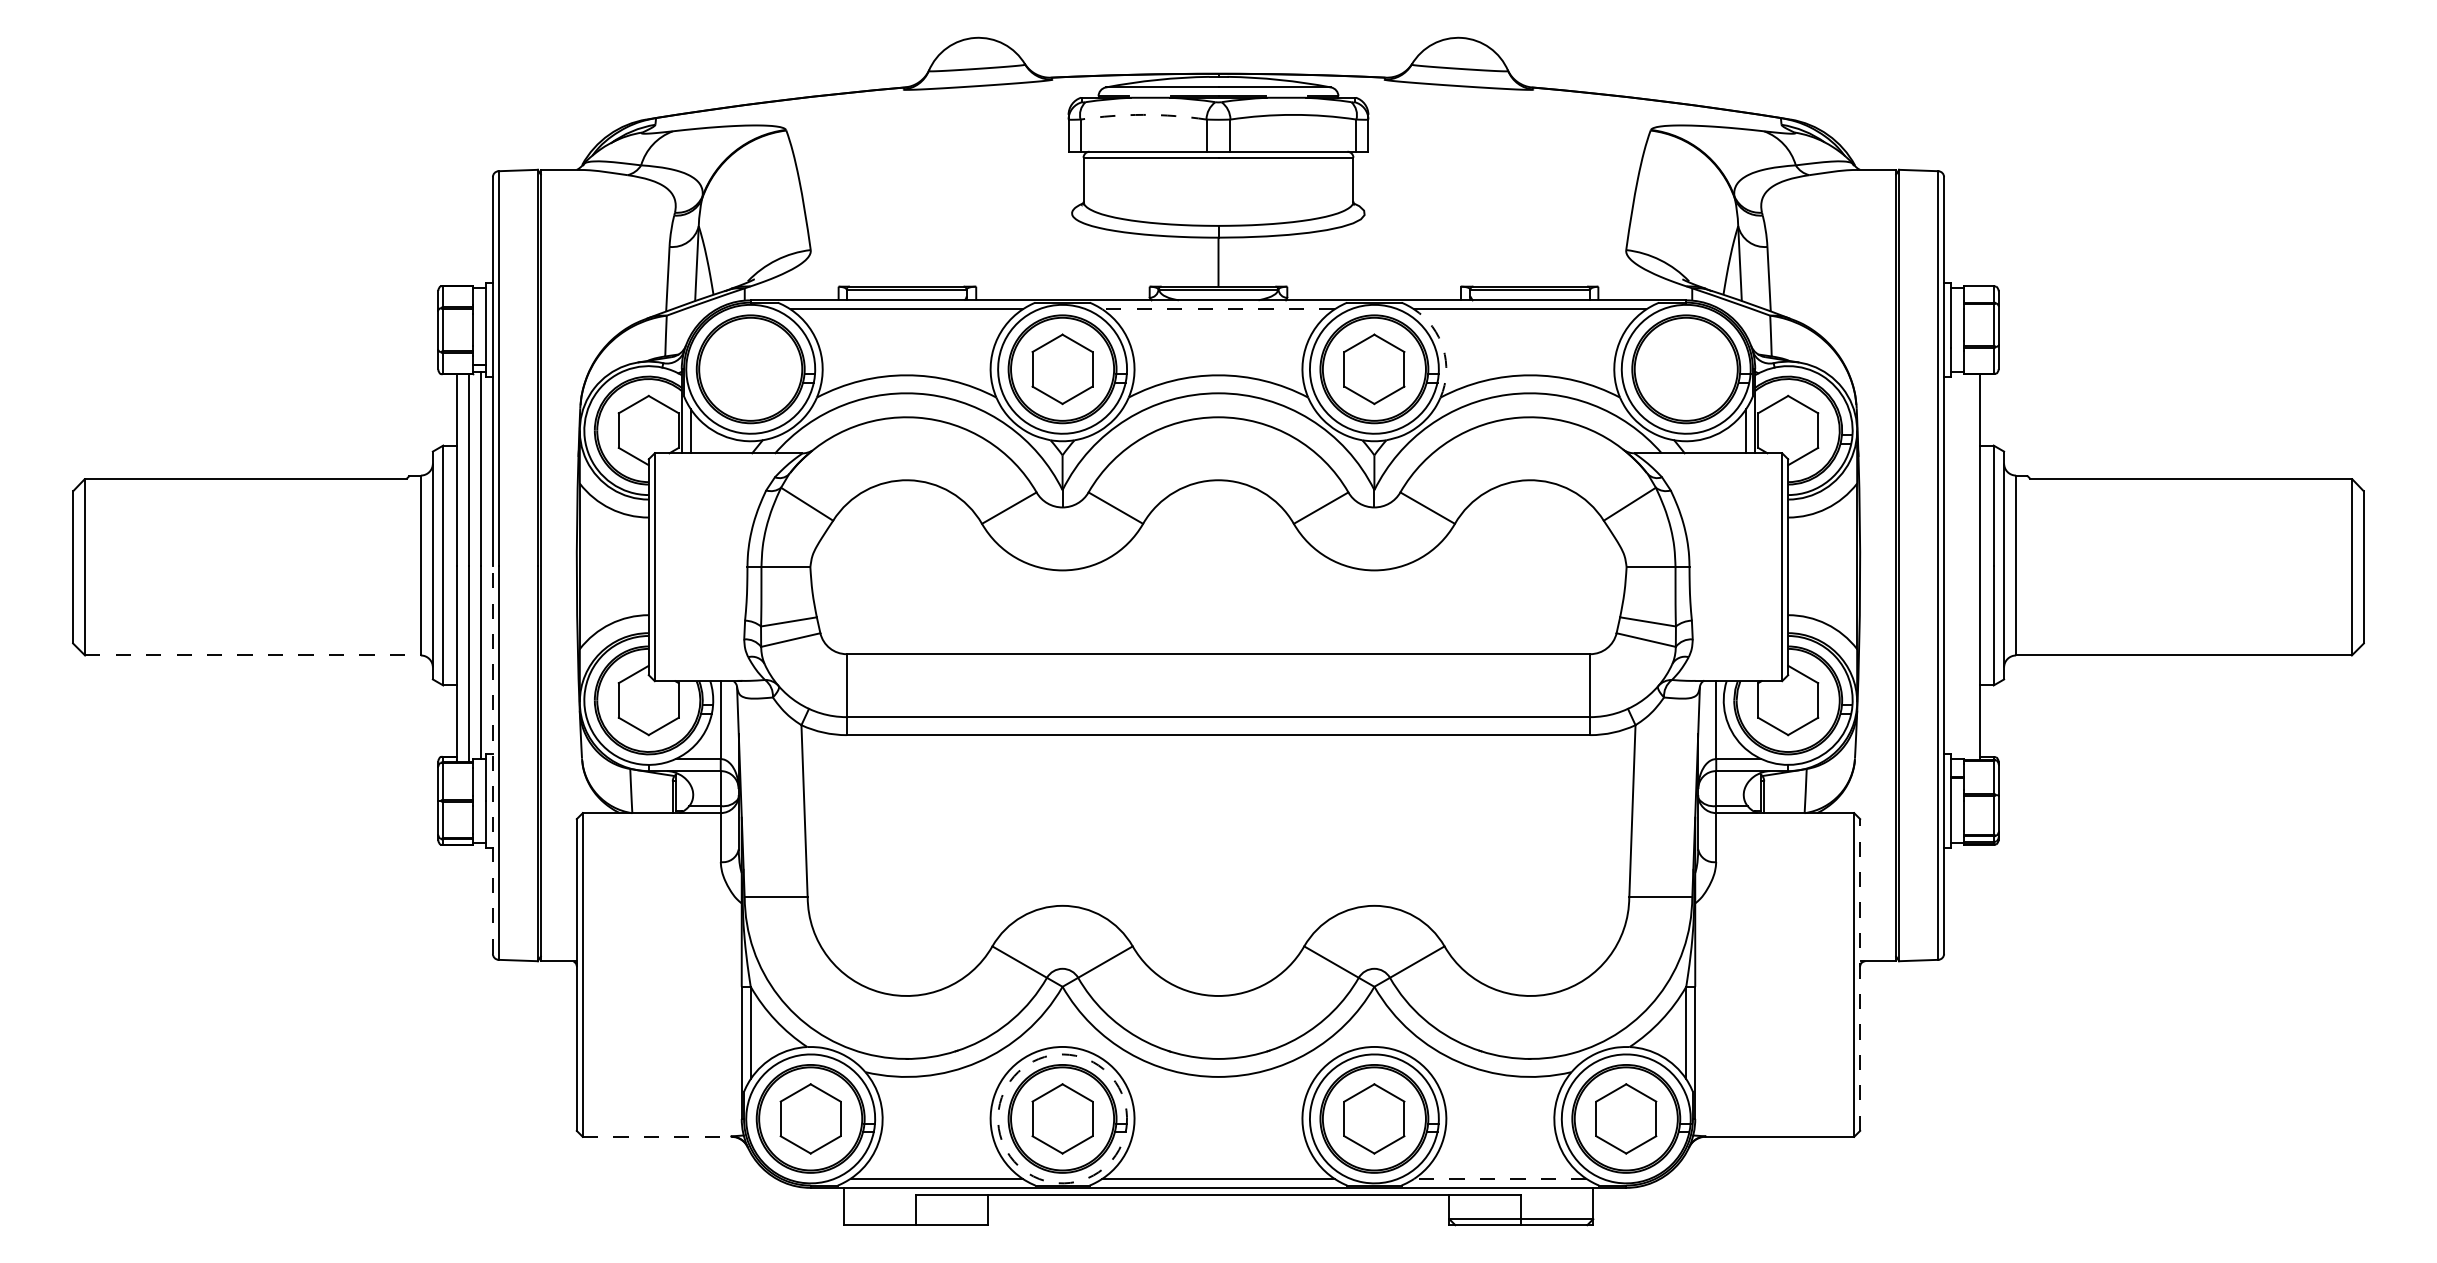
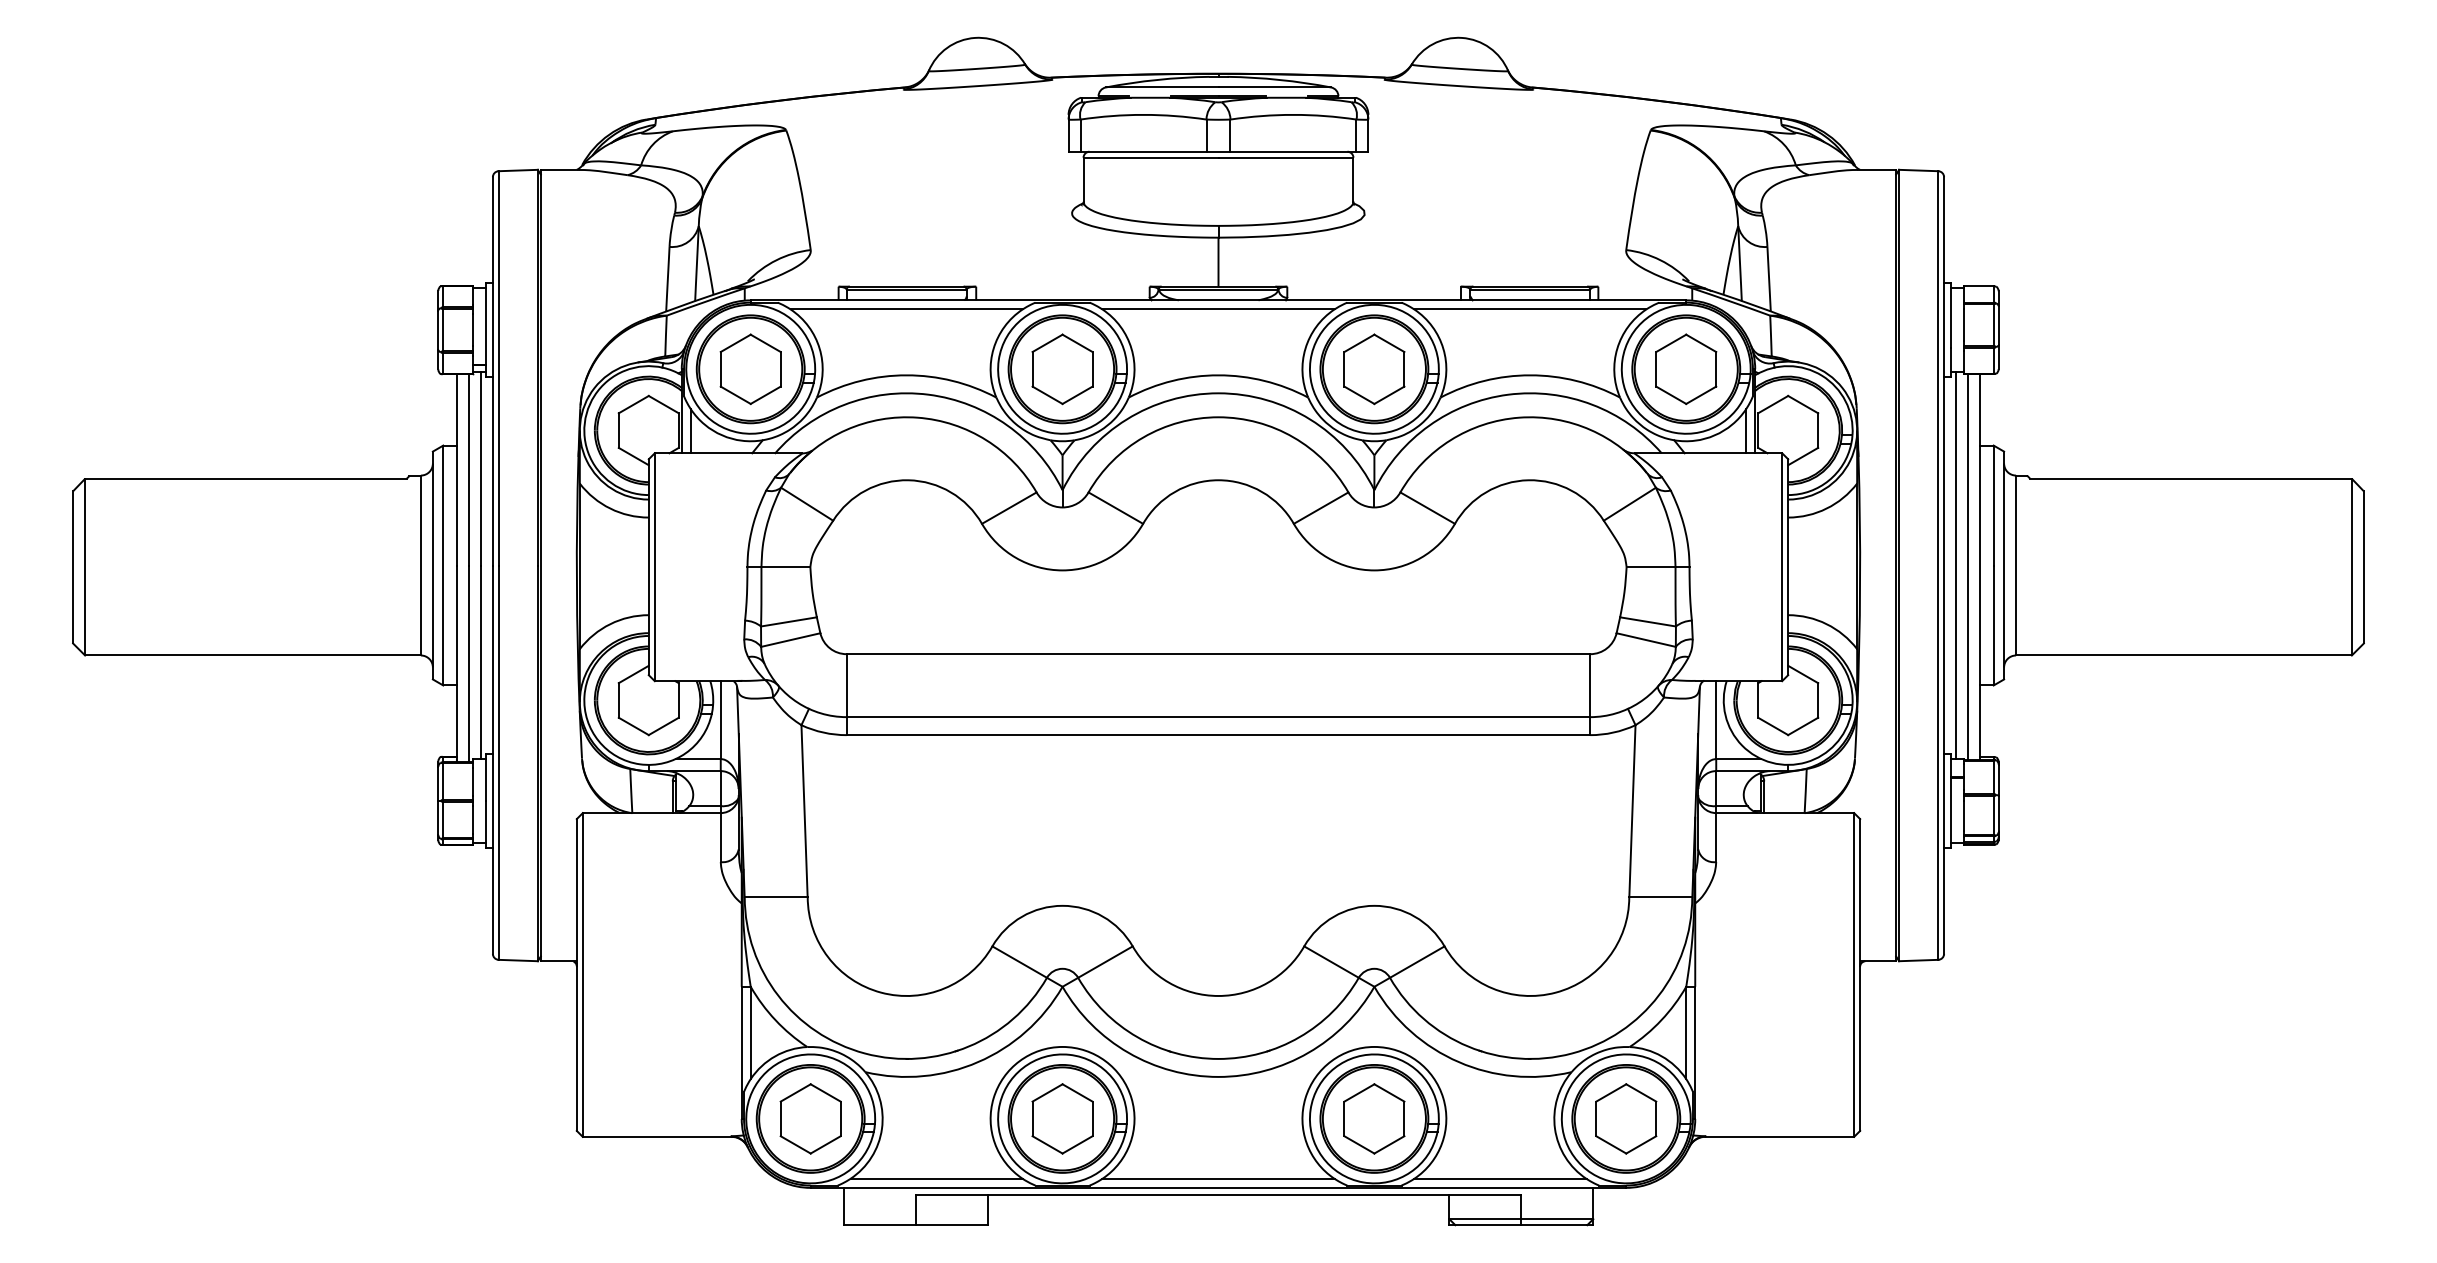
arc at (1143, 114): dashed -> solid
line at (1218, 309): dashed -> solid
arc at (1443, 348): dashed -> solid
part at (750, 368): none -> present
part at (1686, 368): none -> present
line at (1956, 565): none -> present
line at (1968, 566): none -> present
line at (253, 655): dashed -> solid
line at (492, 759): dashed -> solid
line at (1860, 975): dashed -> solid
arc at (998, 1109): dashed -> solid
line at (657, 1136): dashed -> solid
line at (1499, 1178): dashed -> solid
